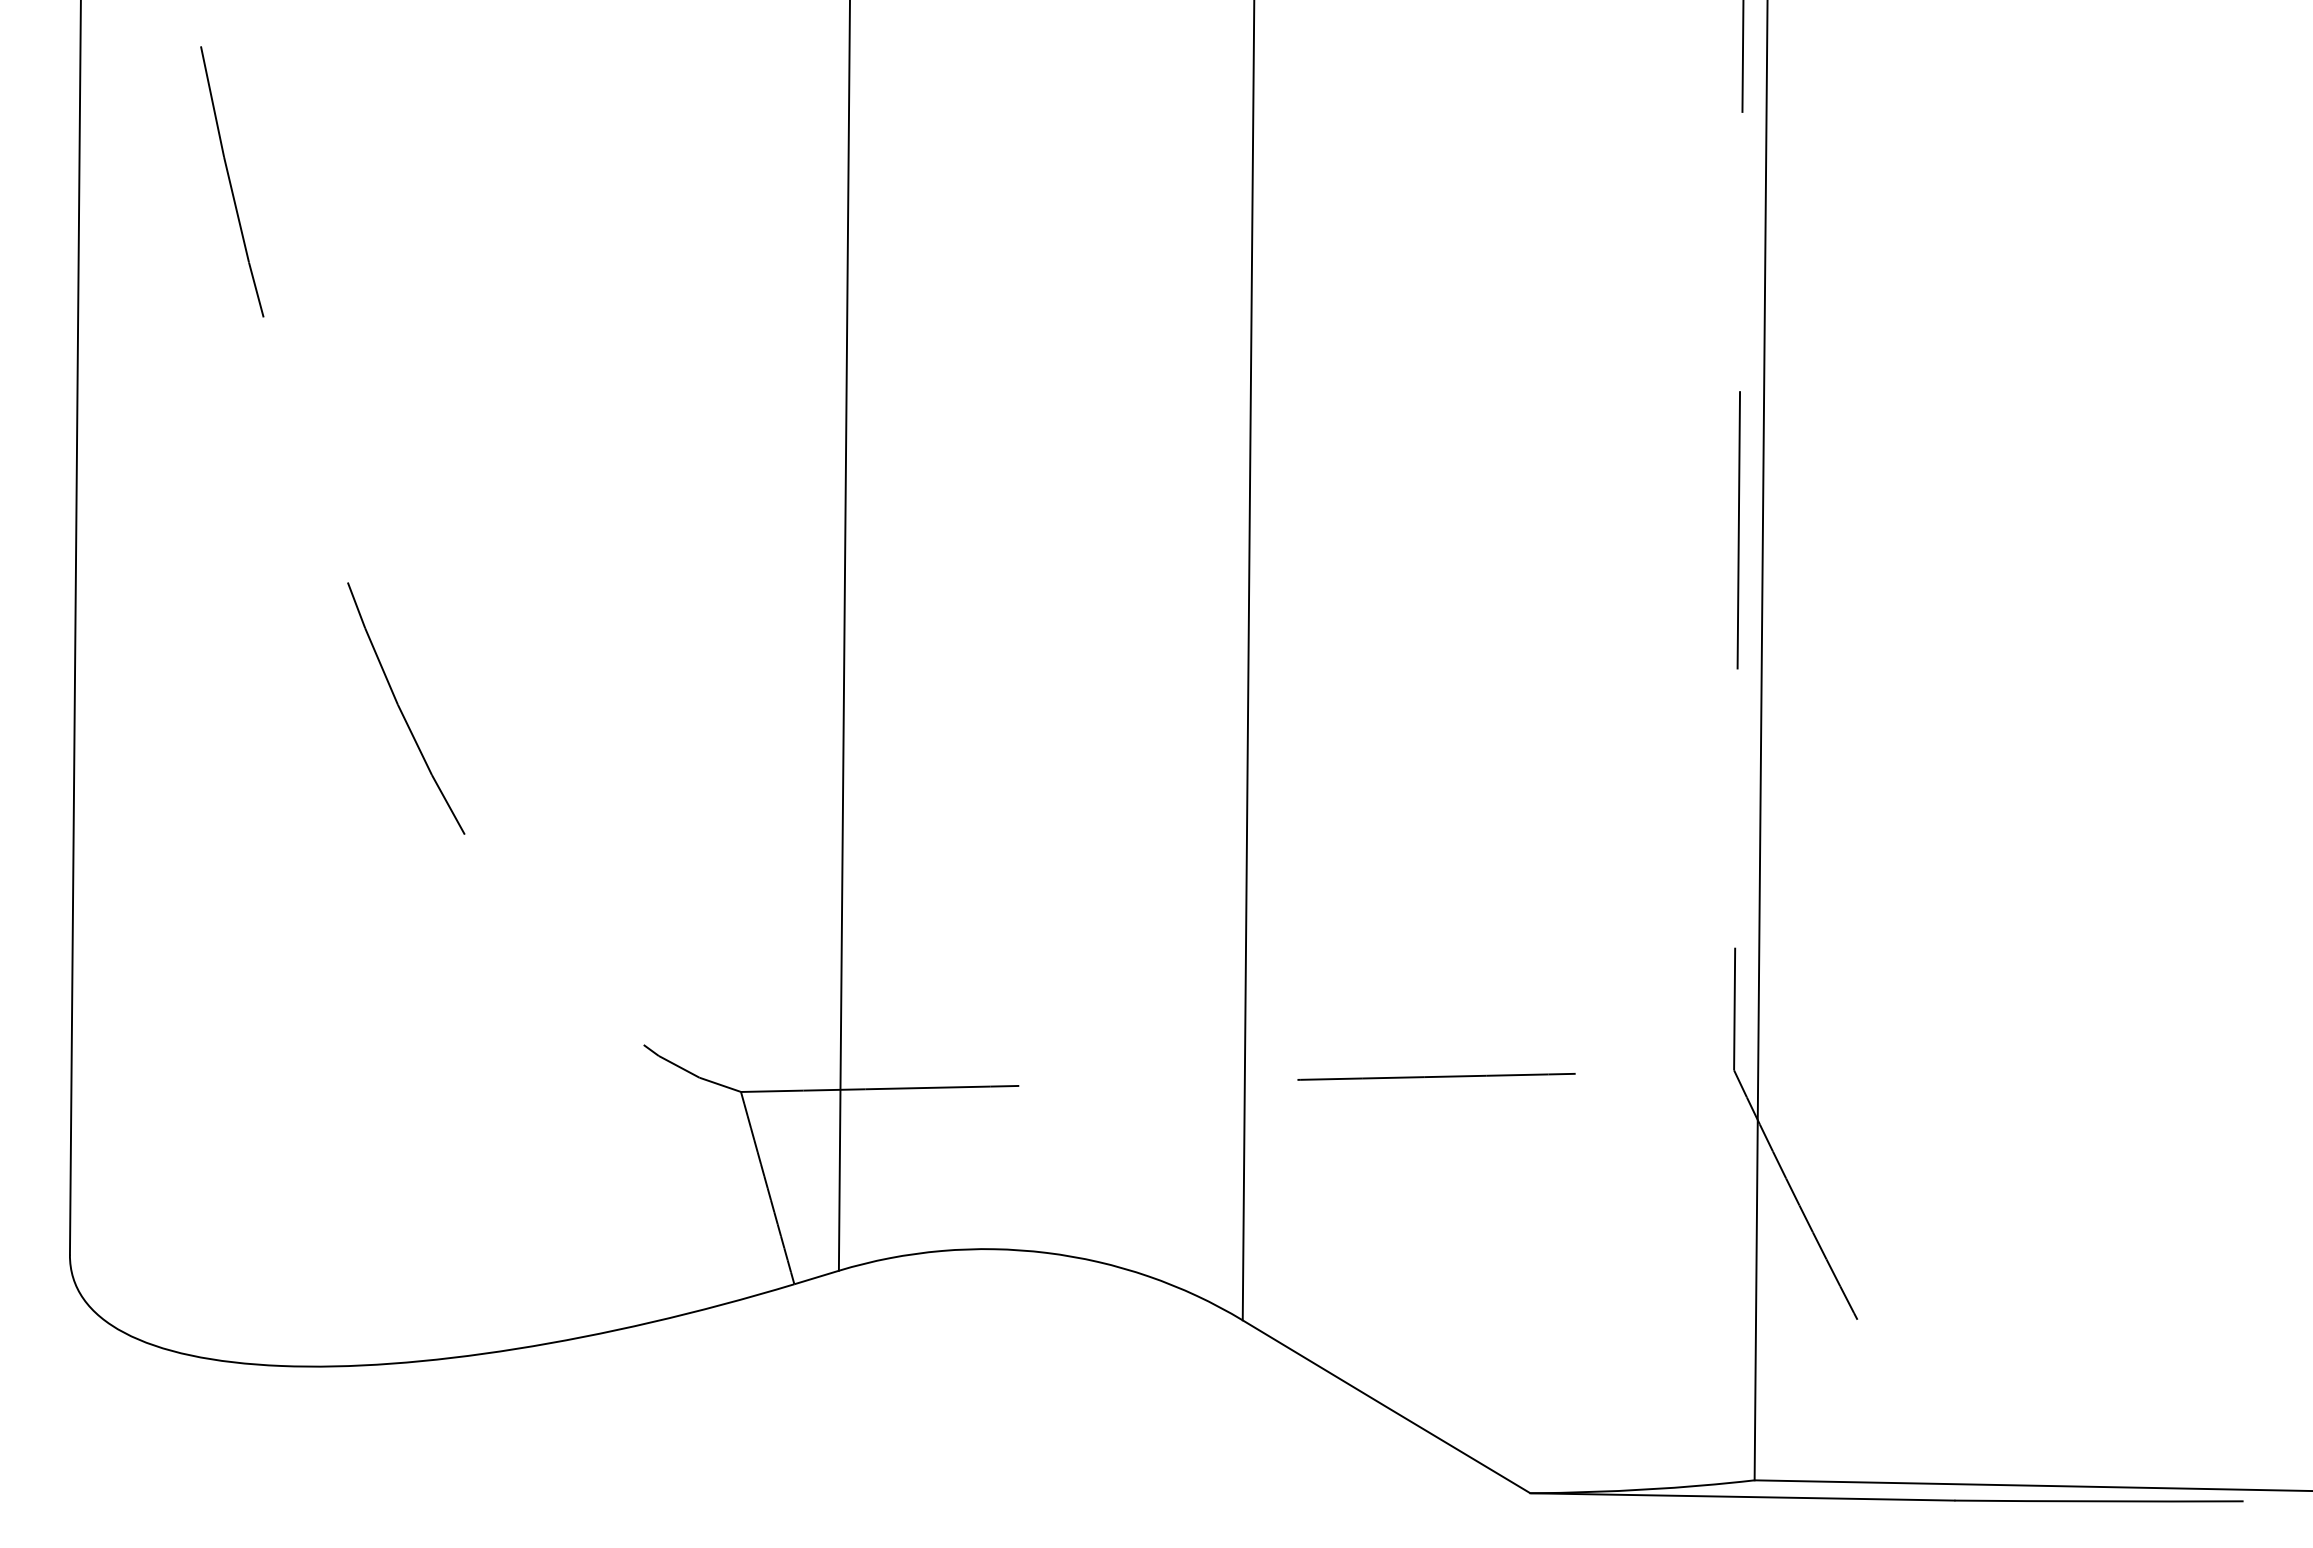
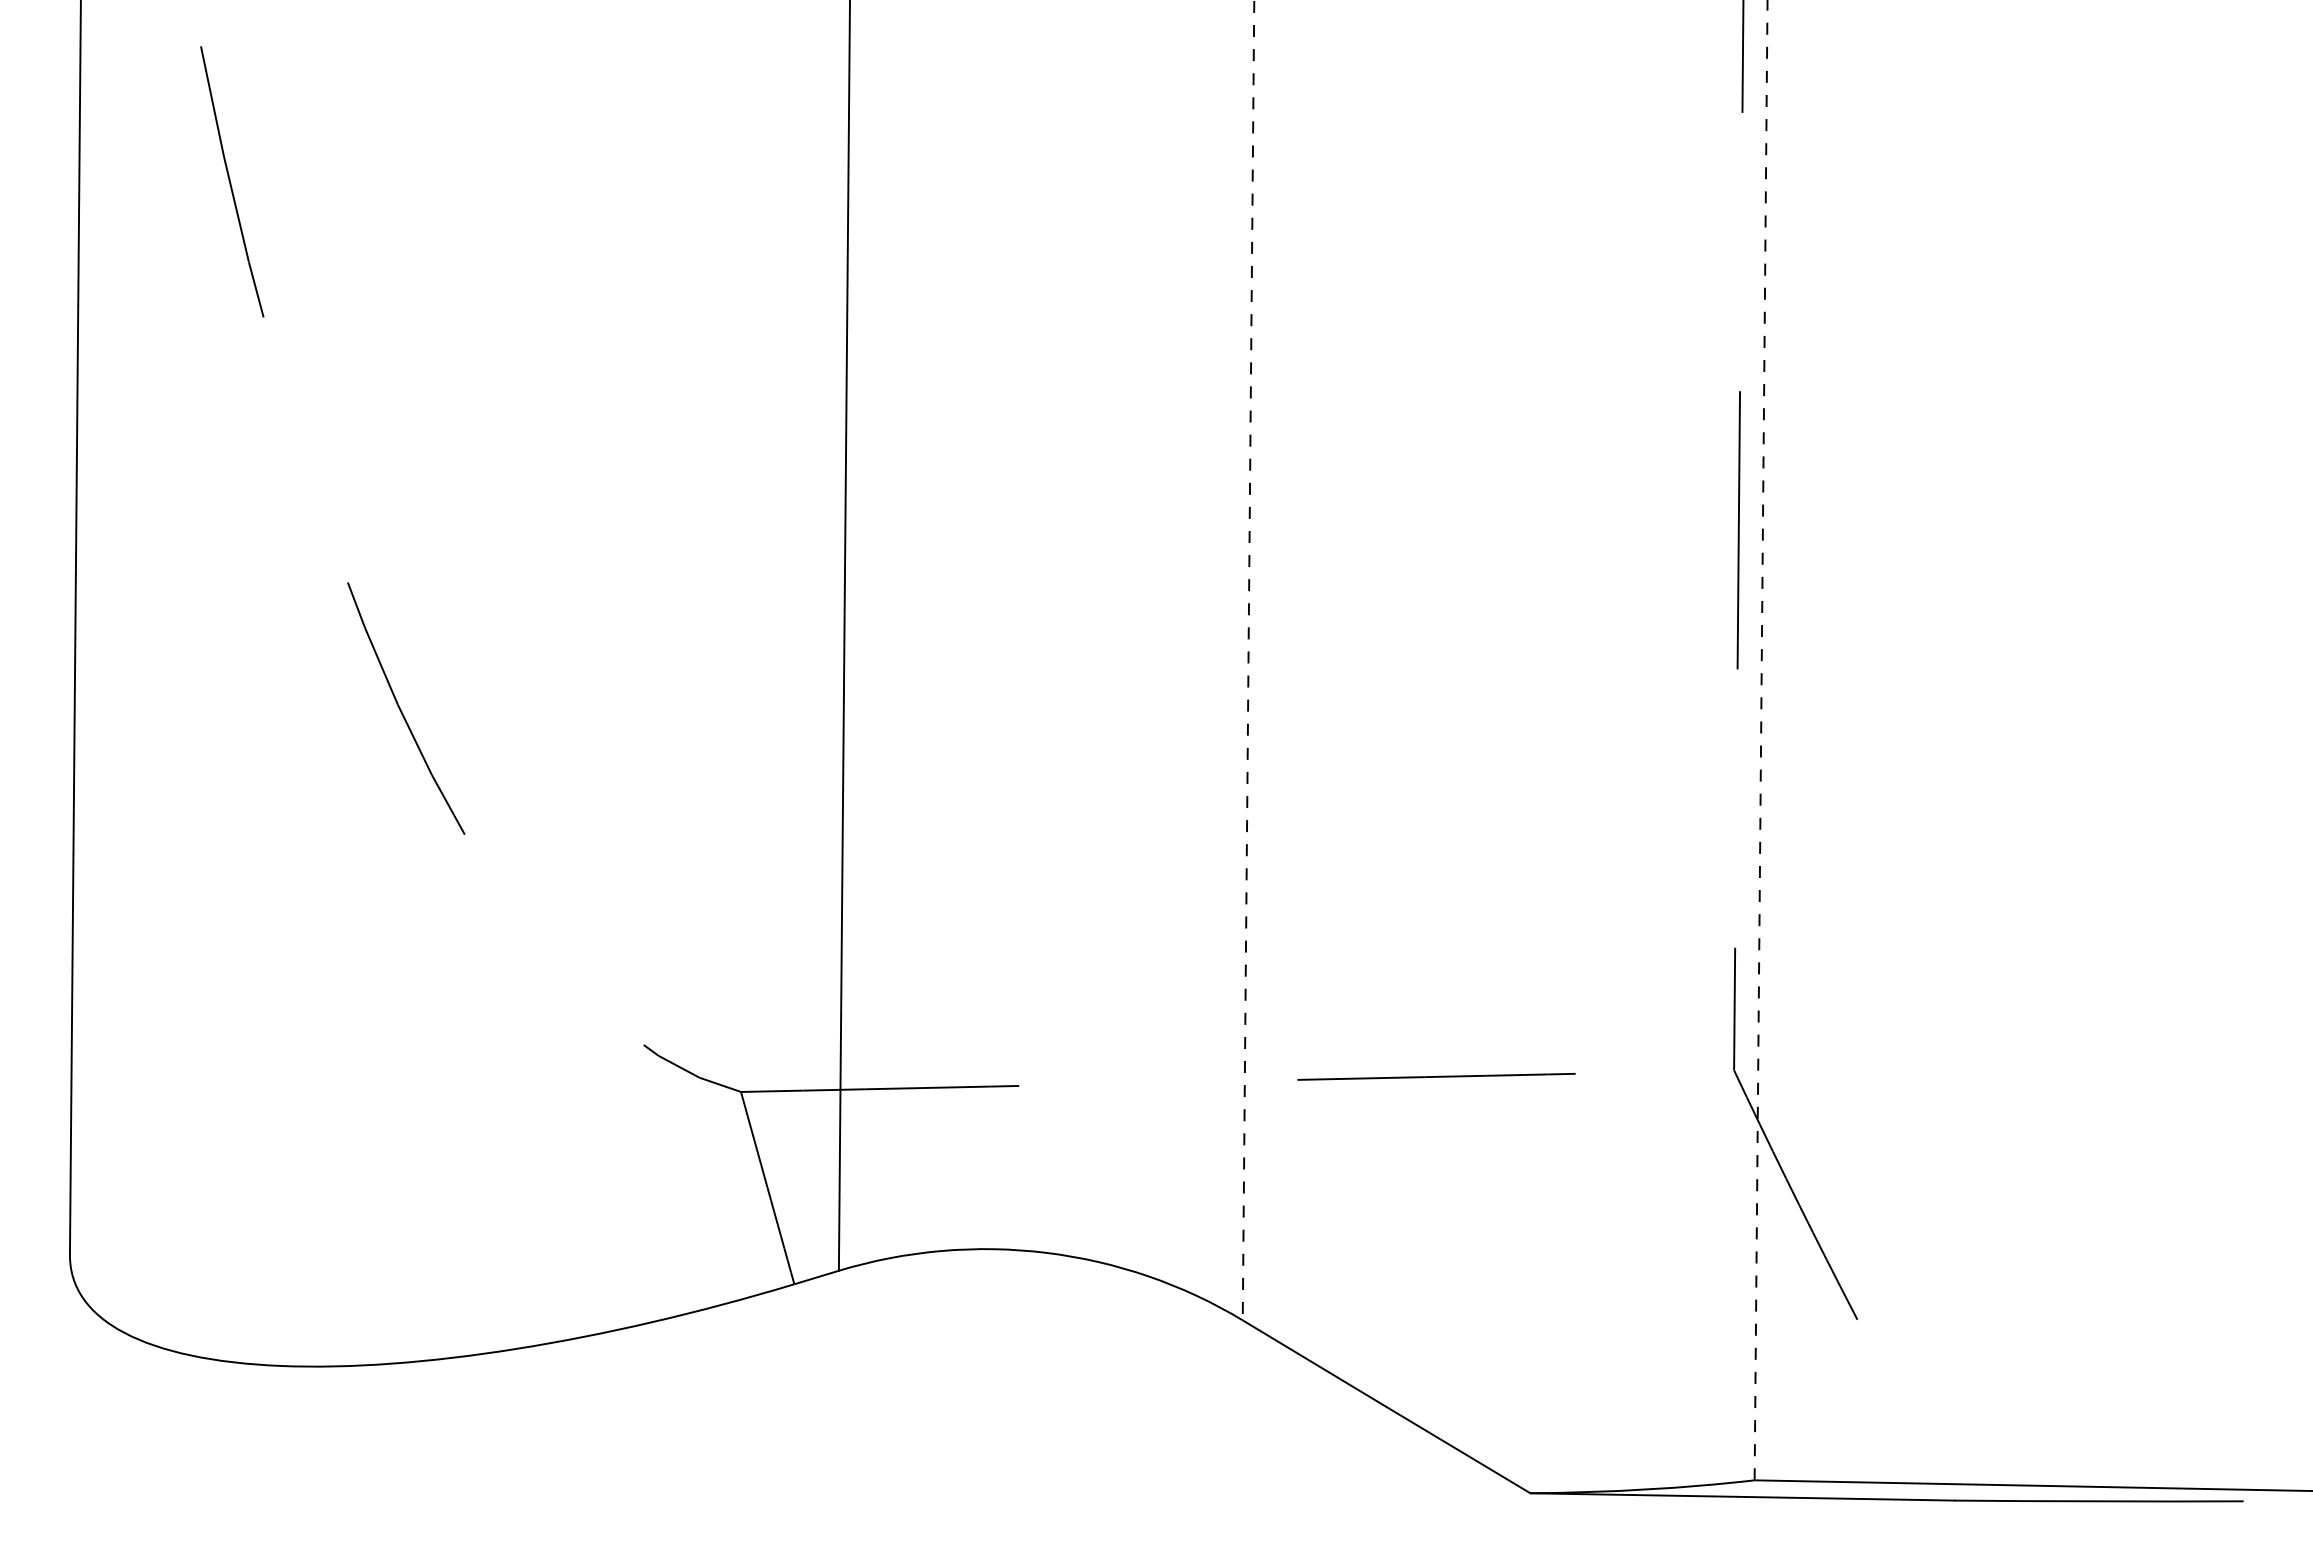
line at (1248, 660): solid -> dashed
line at (1761, 740): solid -> dashed
